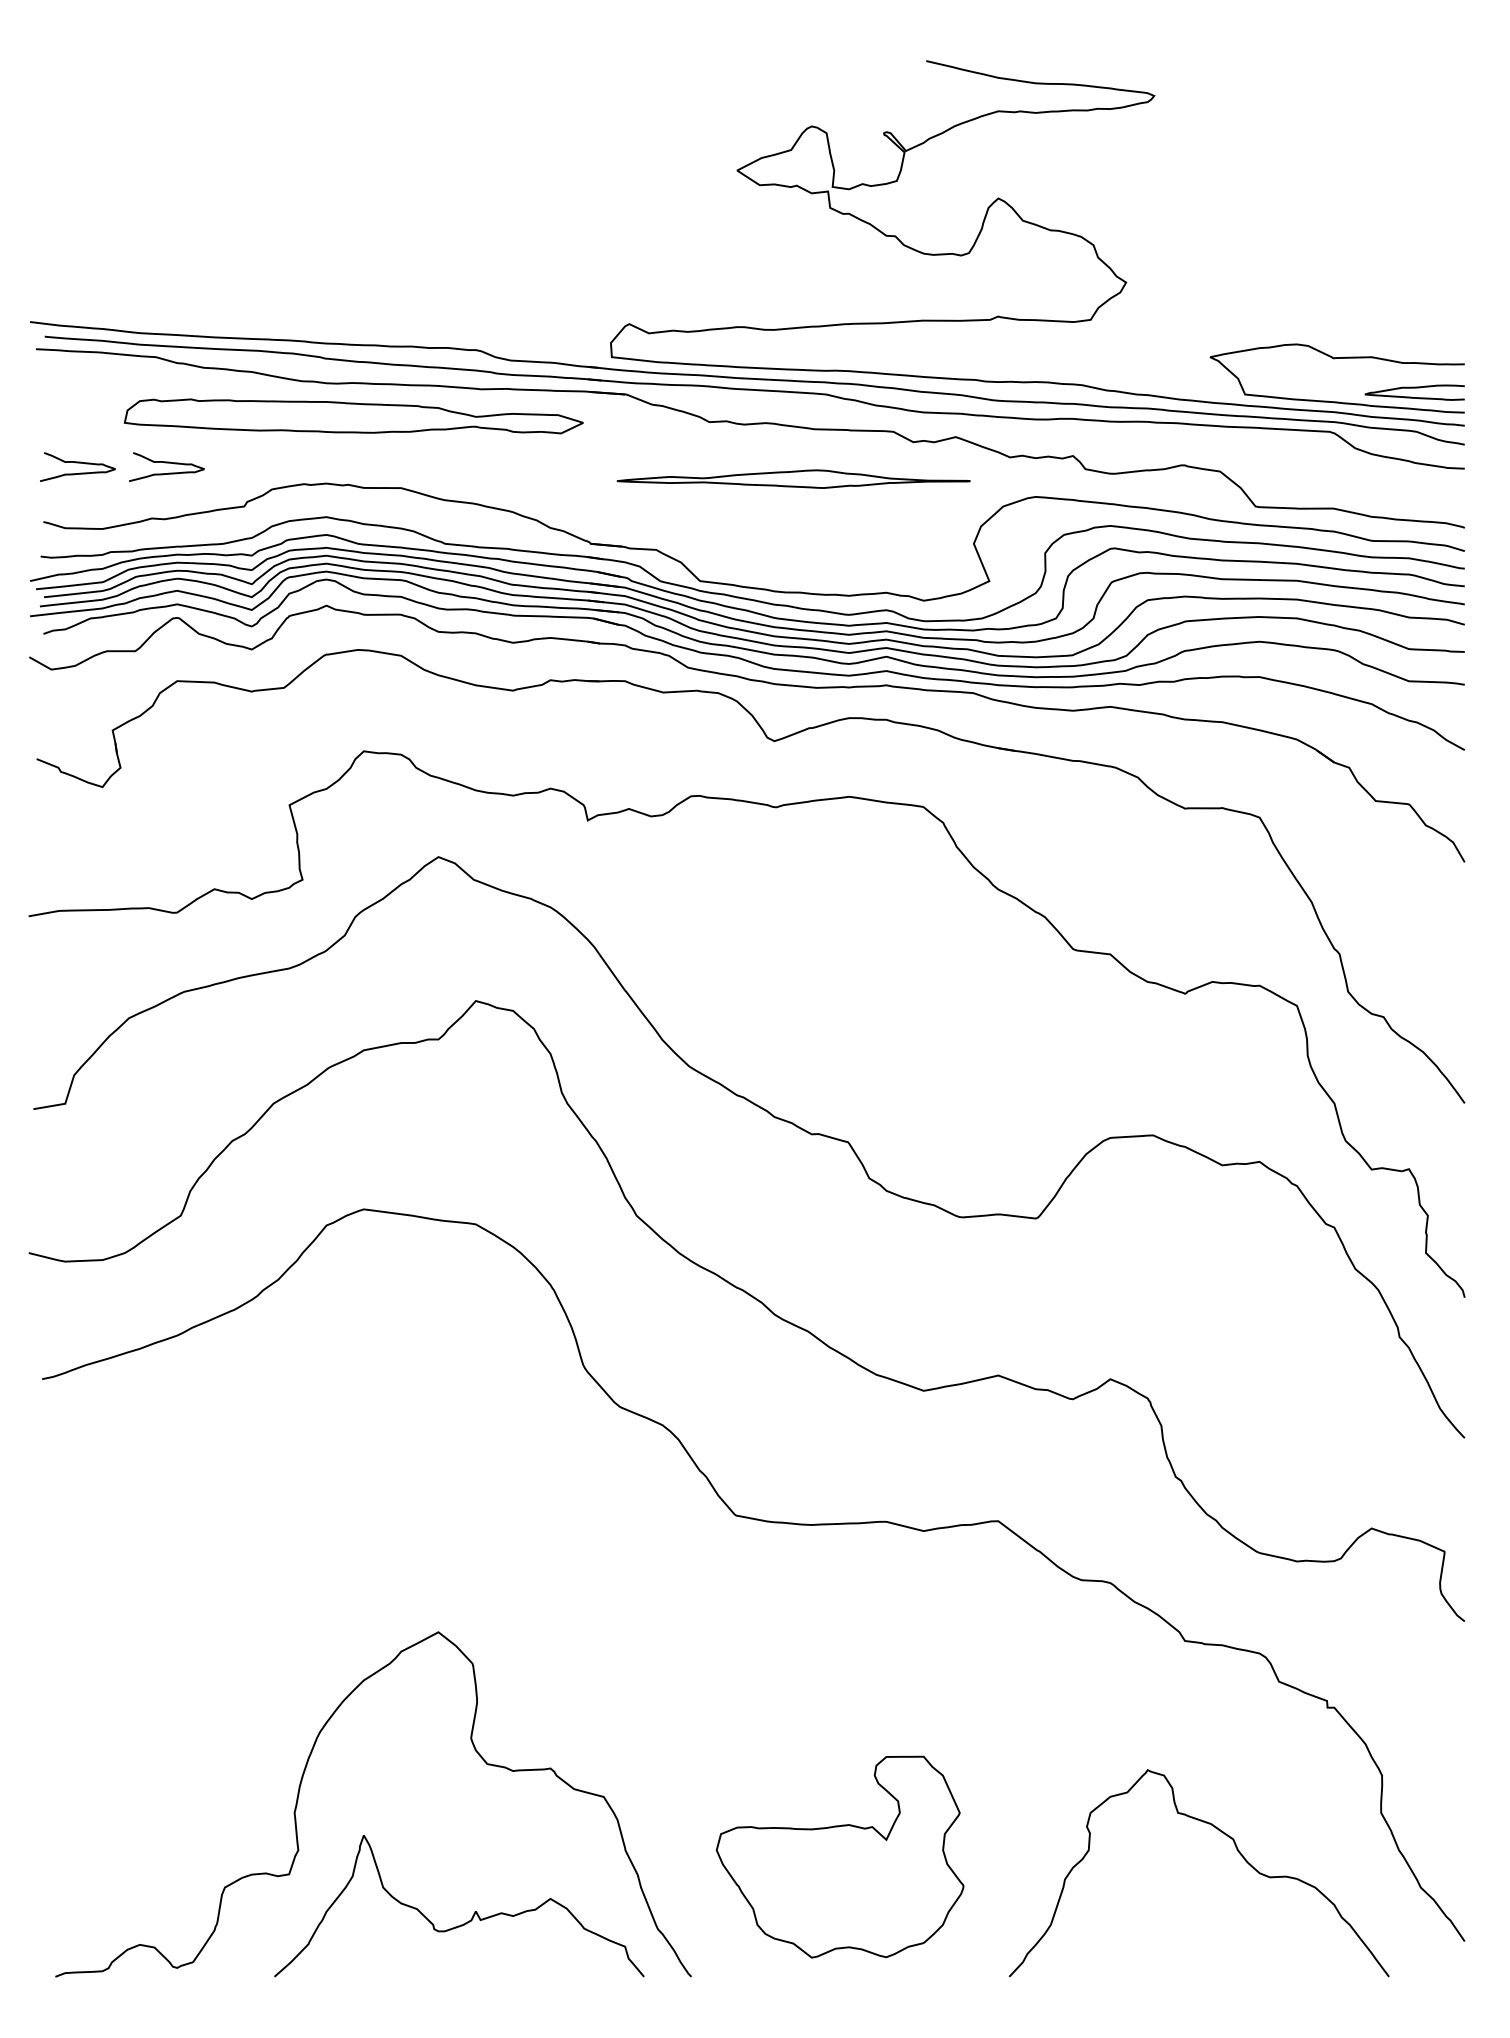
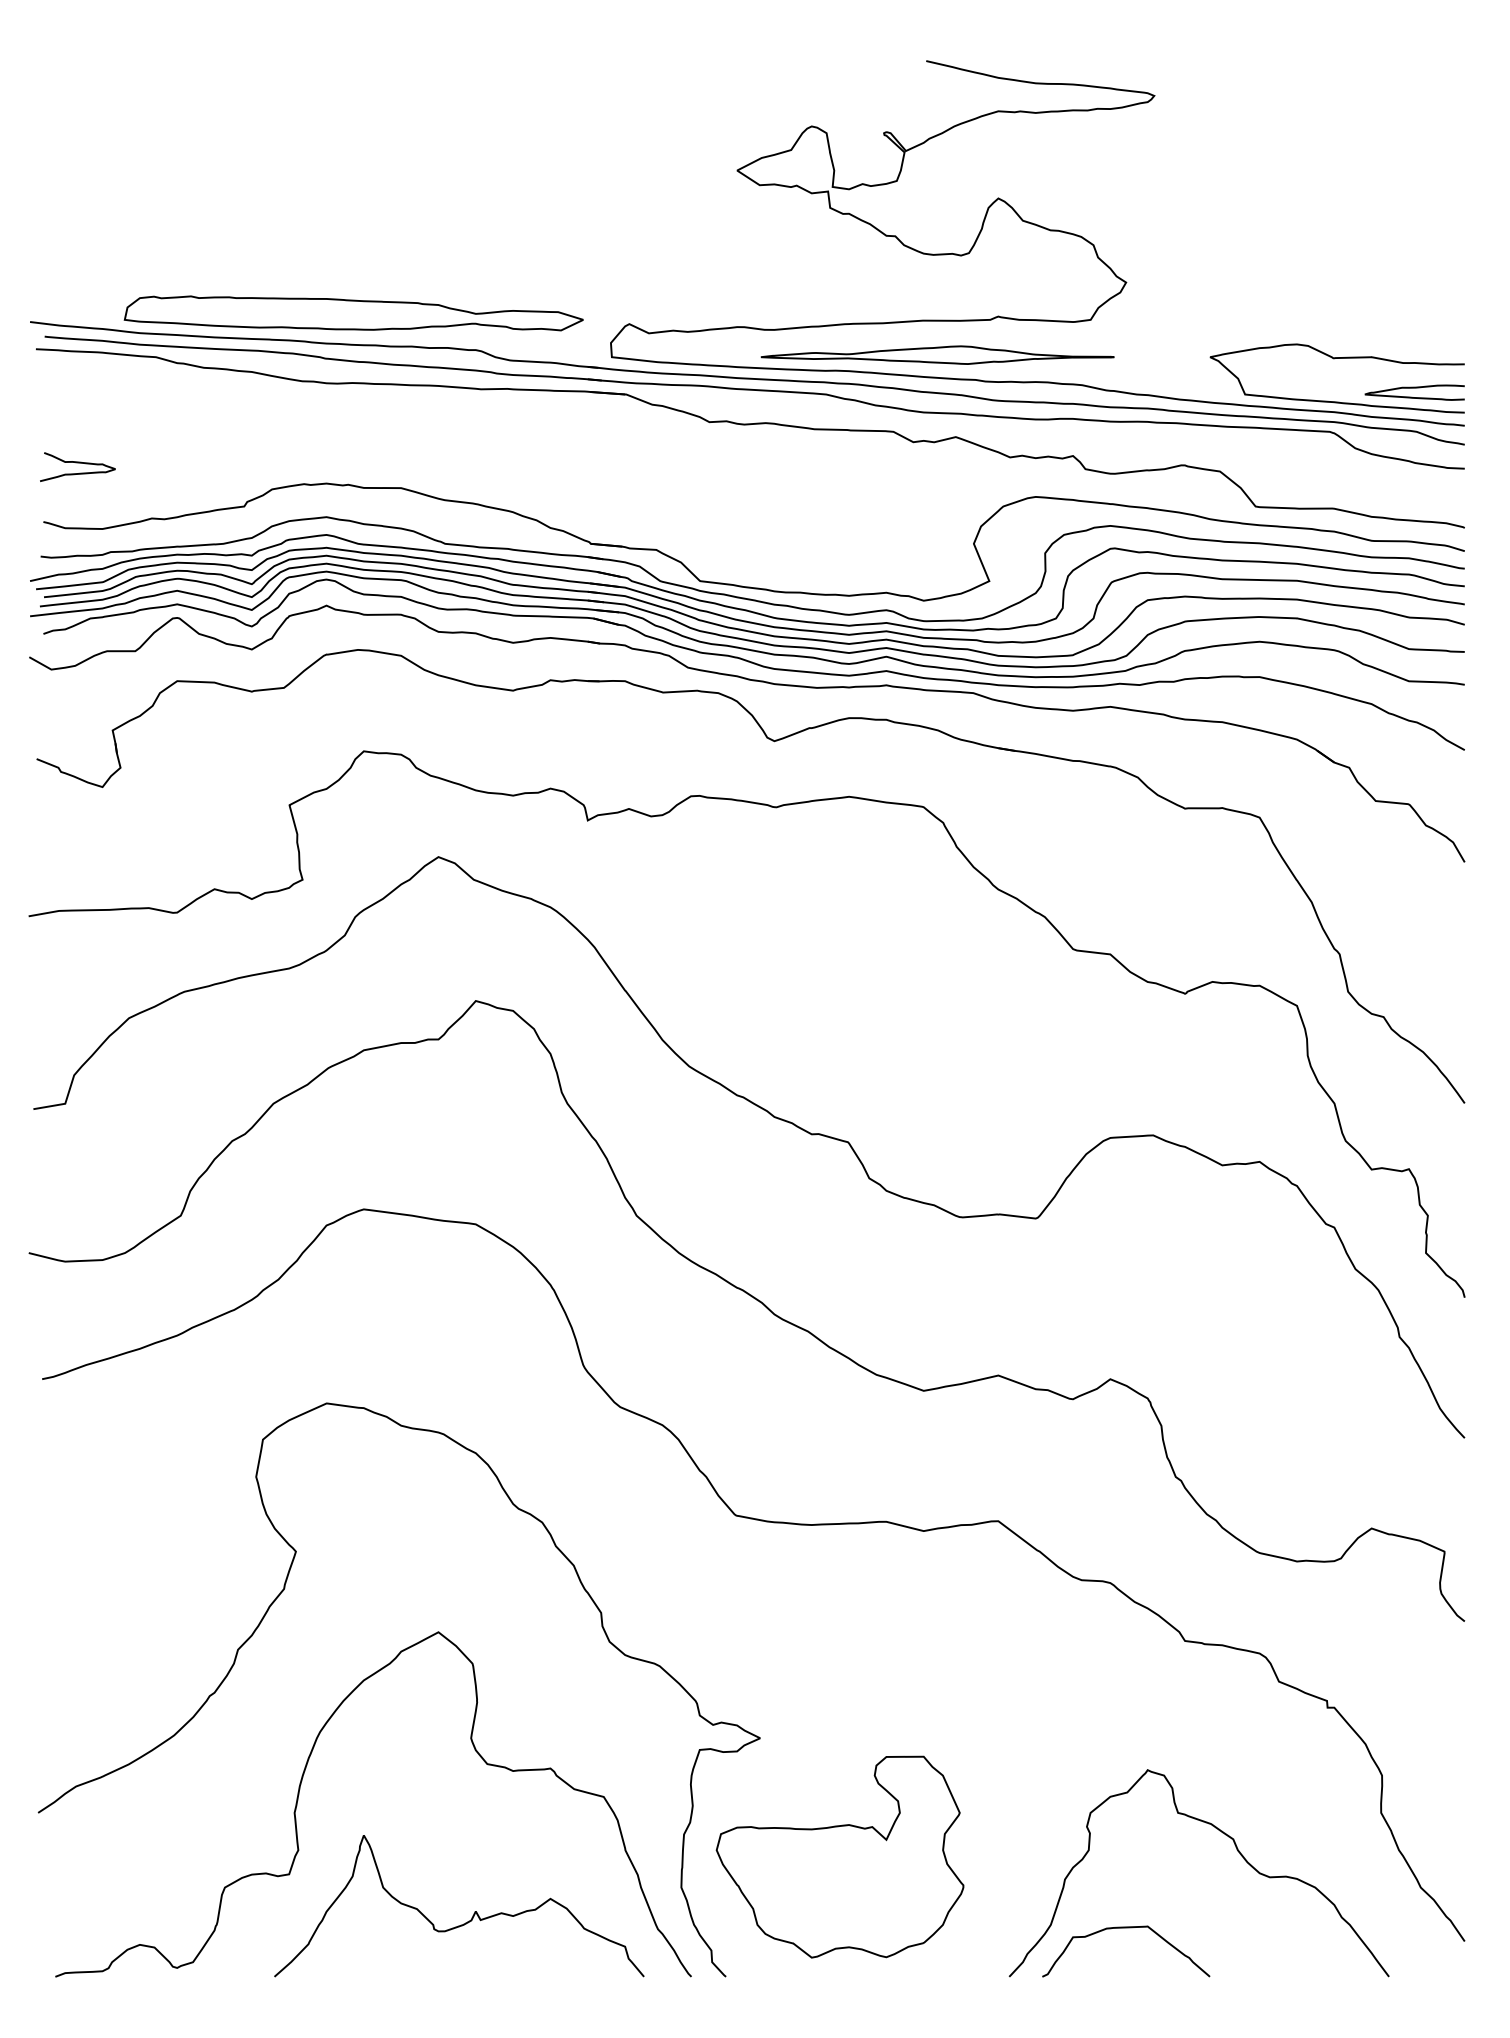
part at (353, 416) position: (353, 416) -> (353, 313)
curve at (166, 463): present -> none
part at (793, 478) position: (793, 478) -> (937, 354)
curve at (284, 1590): none -> present
curve at (1126, 1928): none -> present
